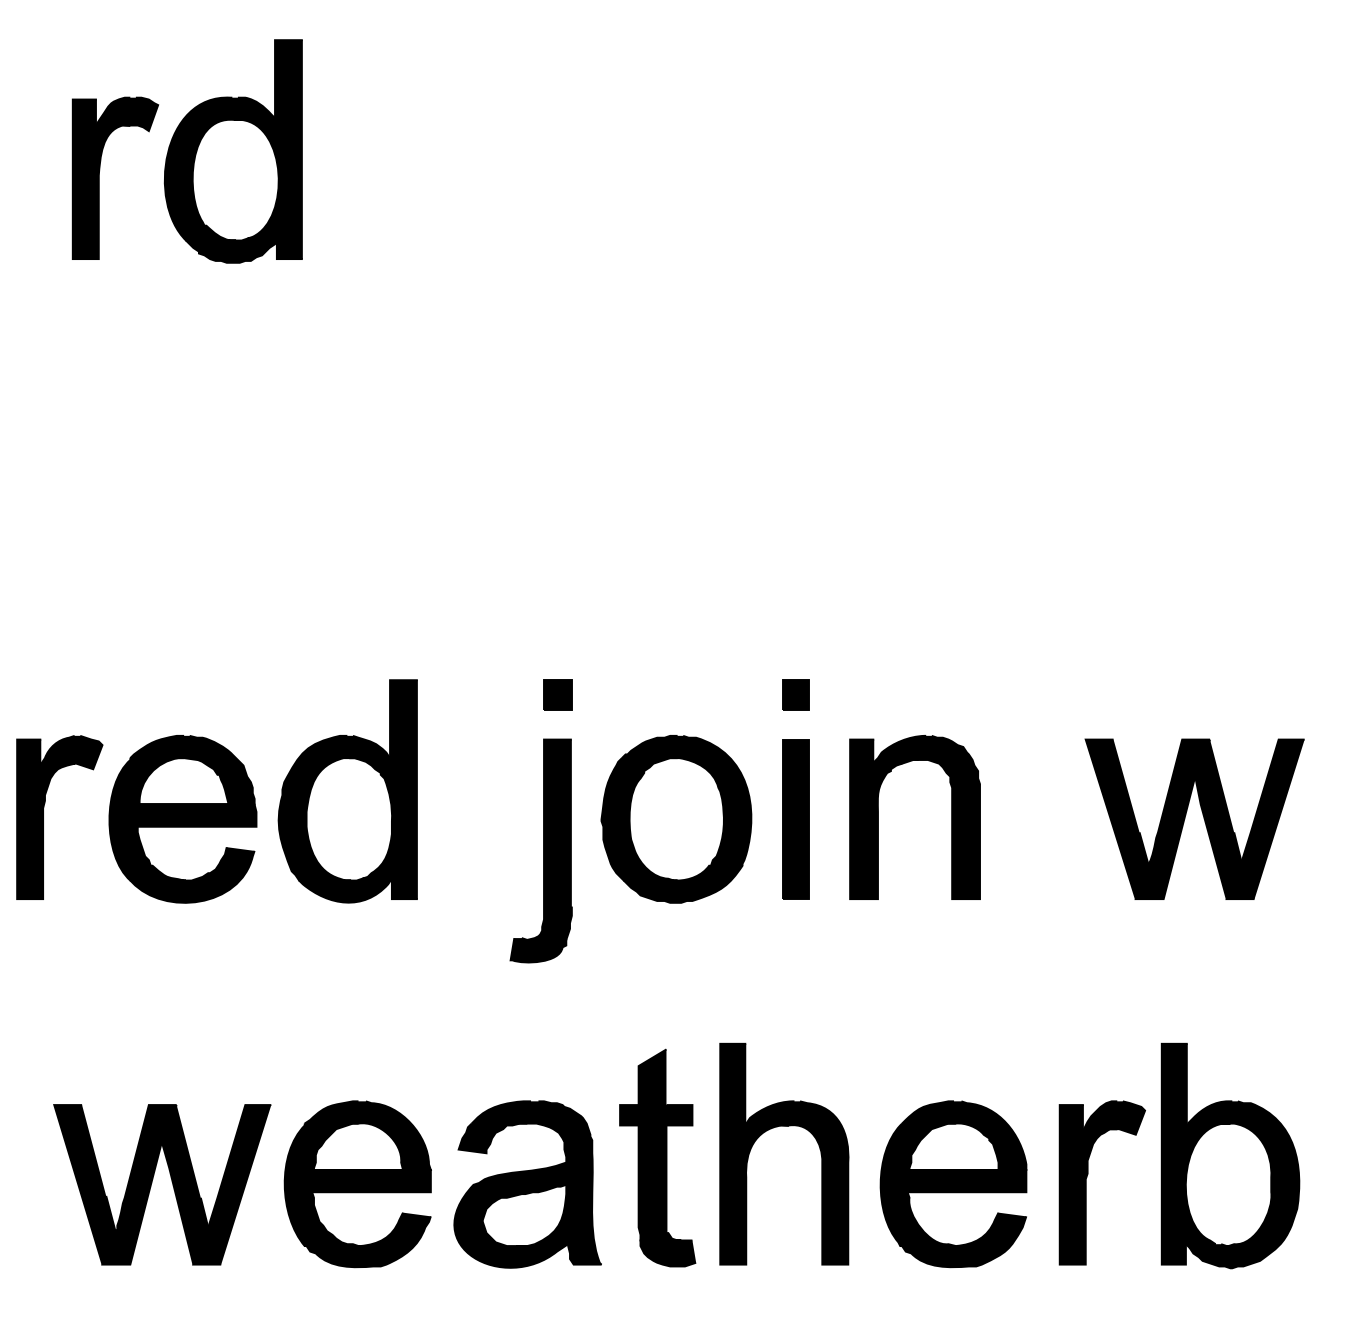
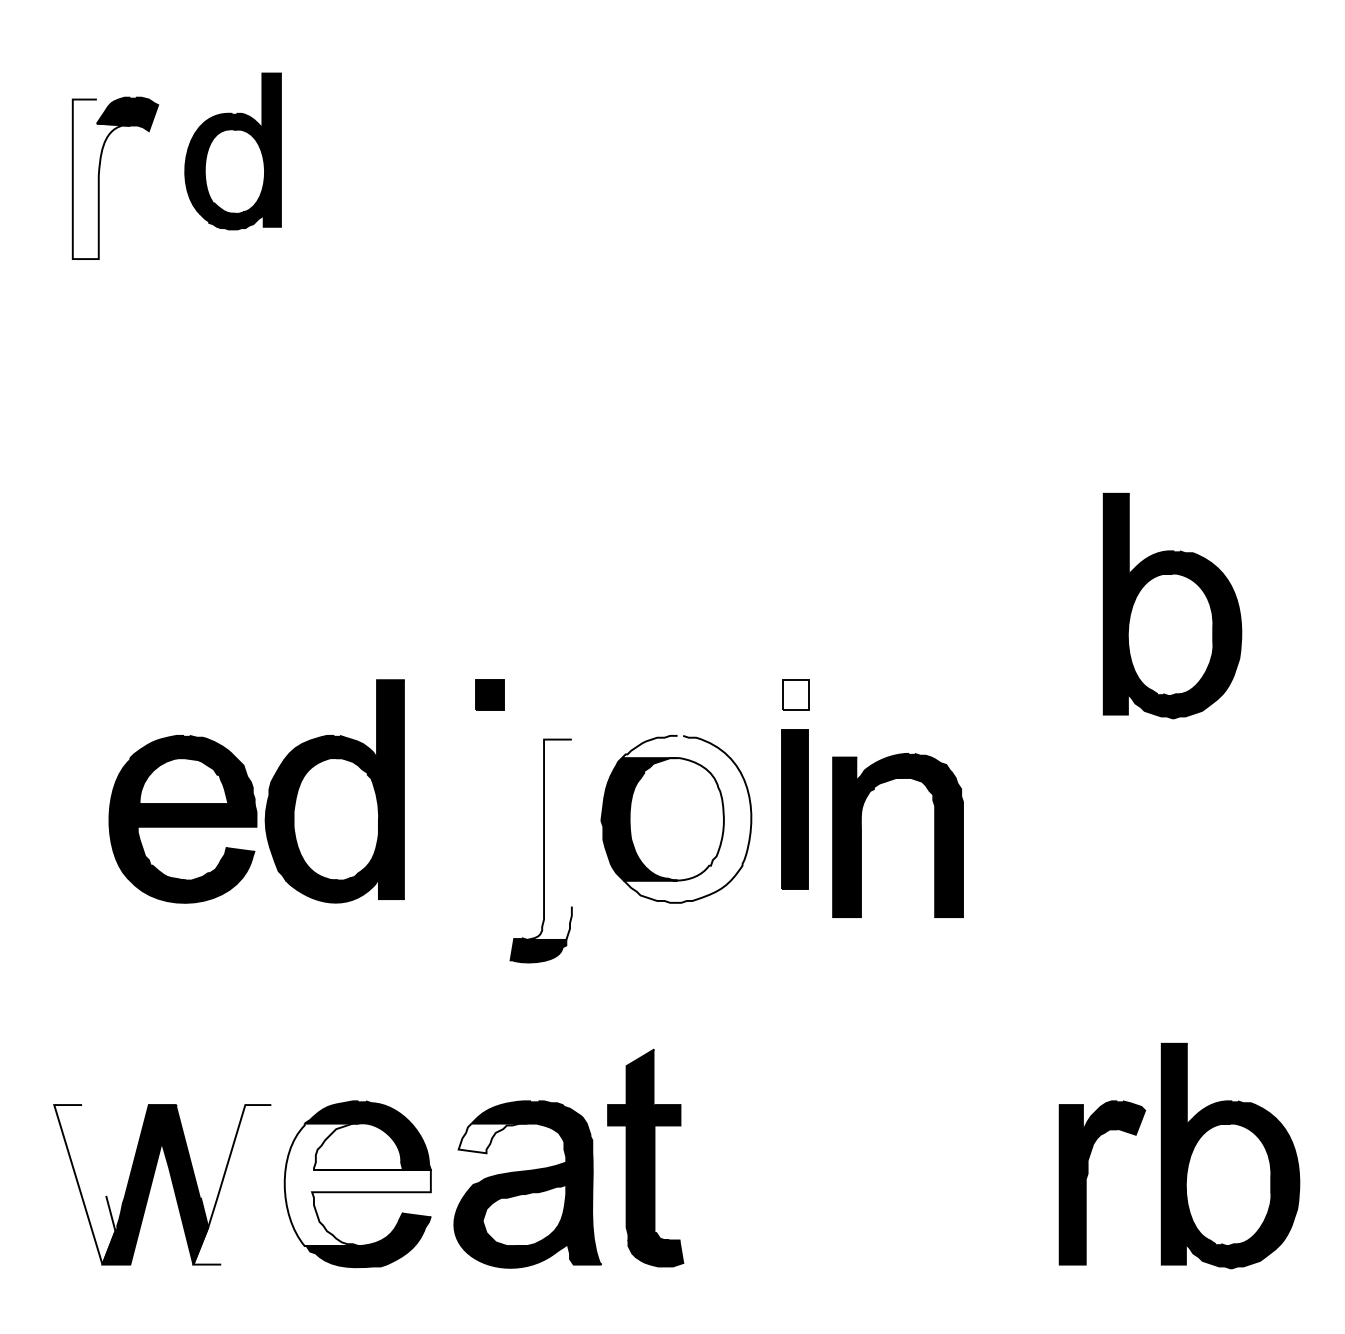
part at (232, 151) size: 140x225 px -> 98x159 px
fill at (101, 179): present -> none
part at (1172, 605): none -> present
part at (557, 694) position: (557, 694) -> (489, 694)
fill at (796, 694): present -> none
part at (347, 791) position: (347, 791) -> (334, 791)
part at (1186, 815): present -> none
part at (43, 817): present -> none
part at (878, 817) position: (878, 817) -> (861, 835)
fill at (686, 818): present -> none
part at (795, 819) position: (795, 819) -> (794, 809)
fill at (549, 839): present -> none
part at (777, 1127): present -> none
fill at (492, 1138): present -> none
part at (657, 1157) position: (657, 1157) -> (645, 1157)
fill at (84, 1184): present -> none
fill at (232, 1184): present -> none
fill at (357, 1184): present -> none
part at (953, 1184): present -> none
